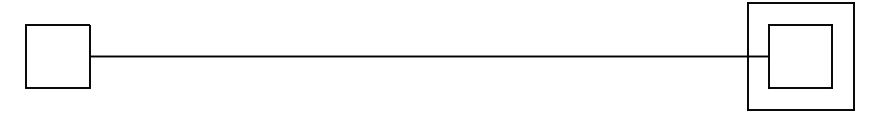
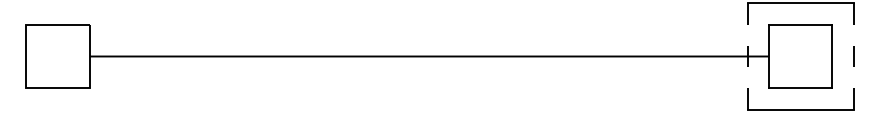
line at (747, 56): solid -> dashed
line at (853, 56): solid -> dashed
